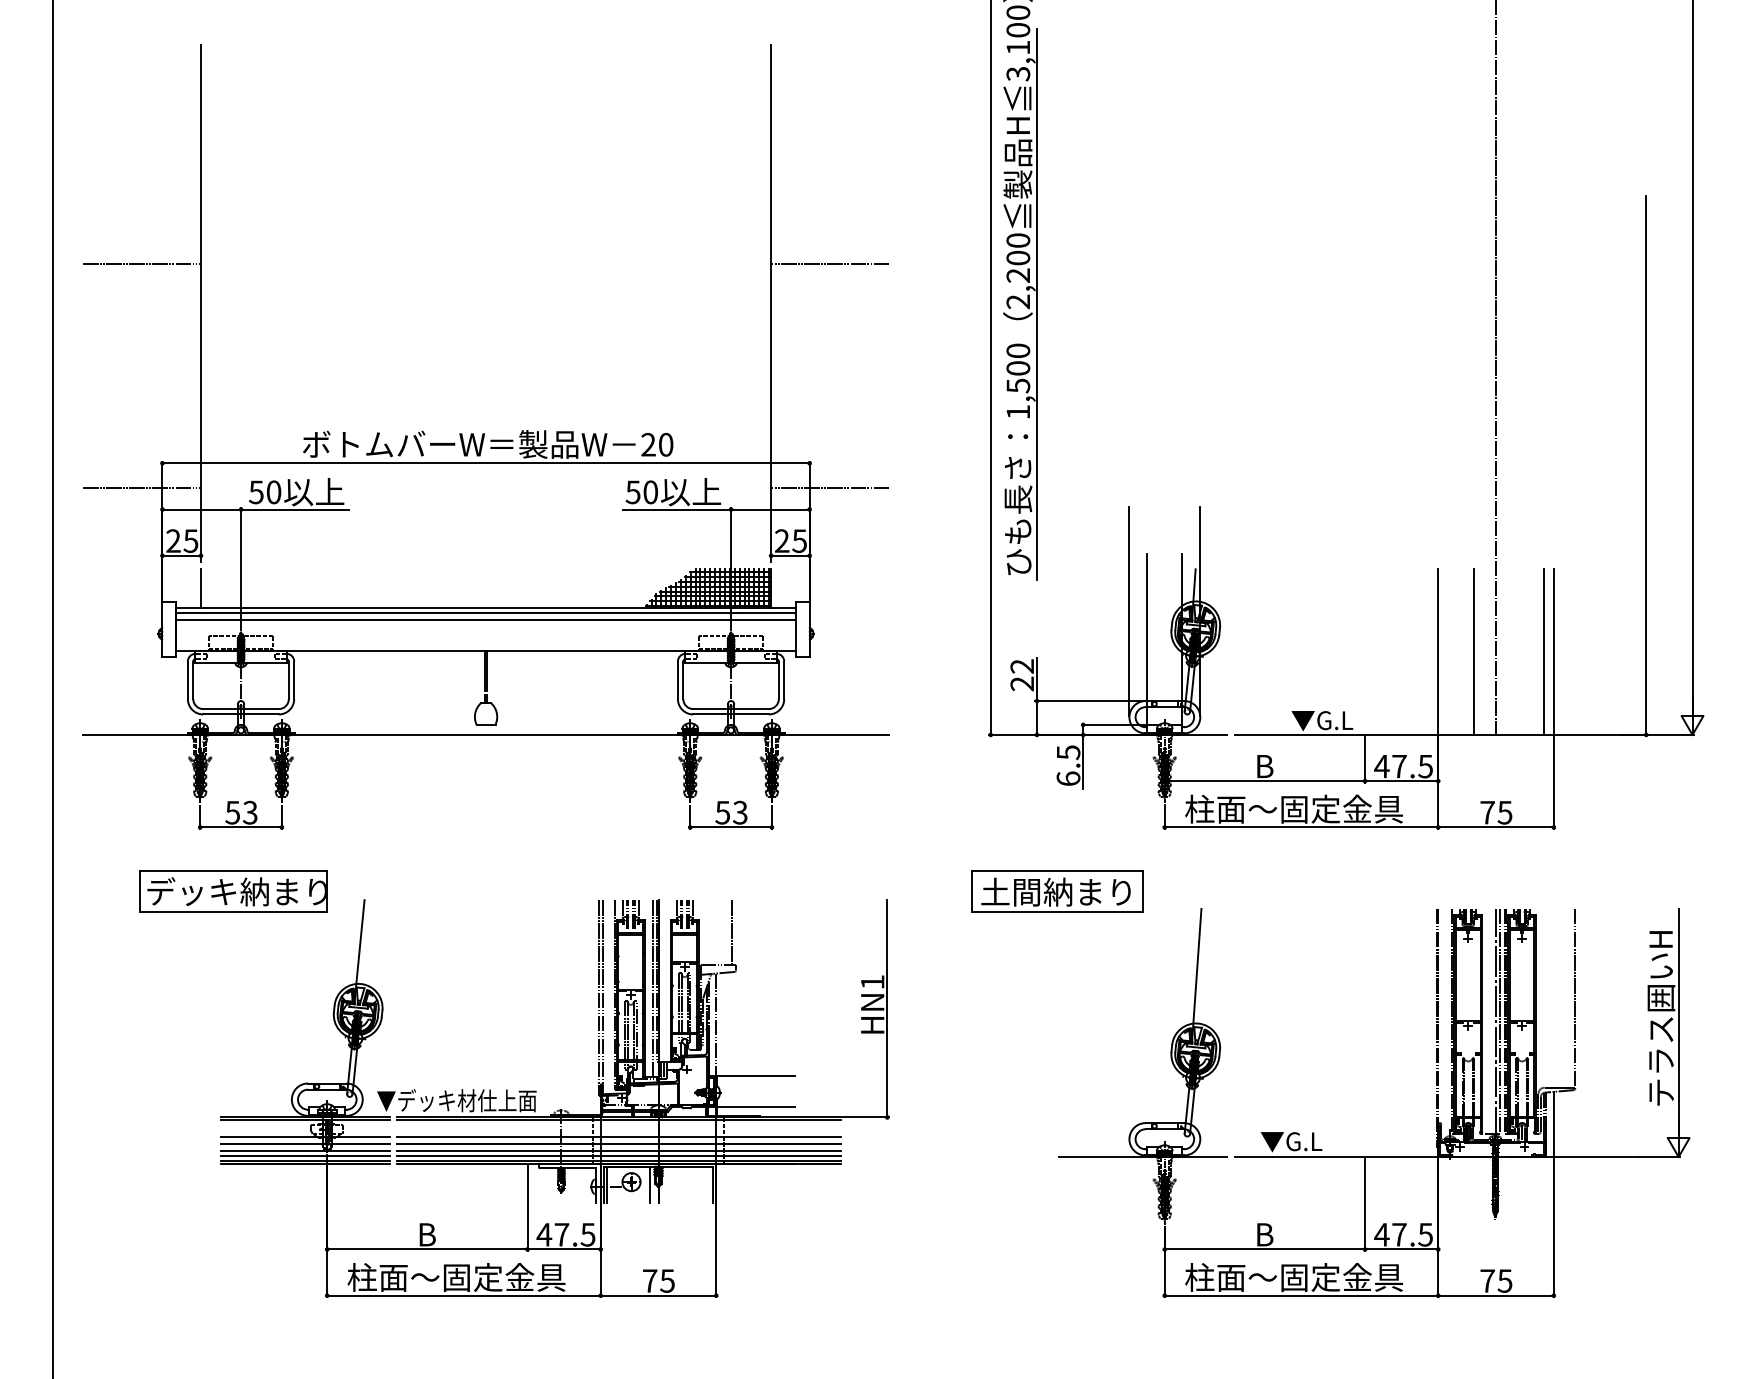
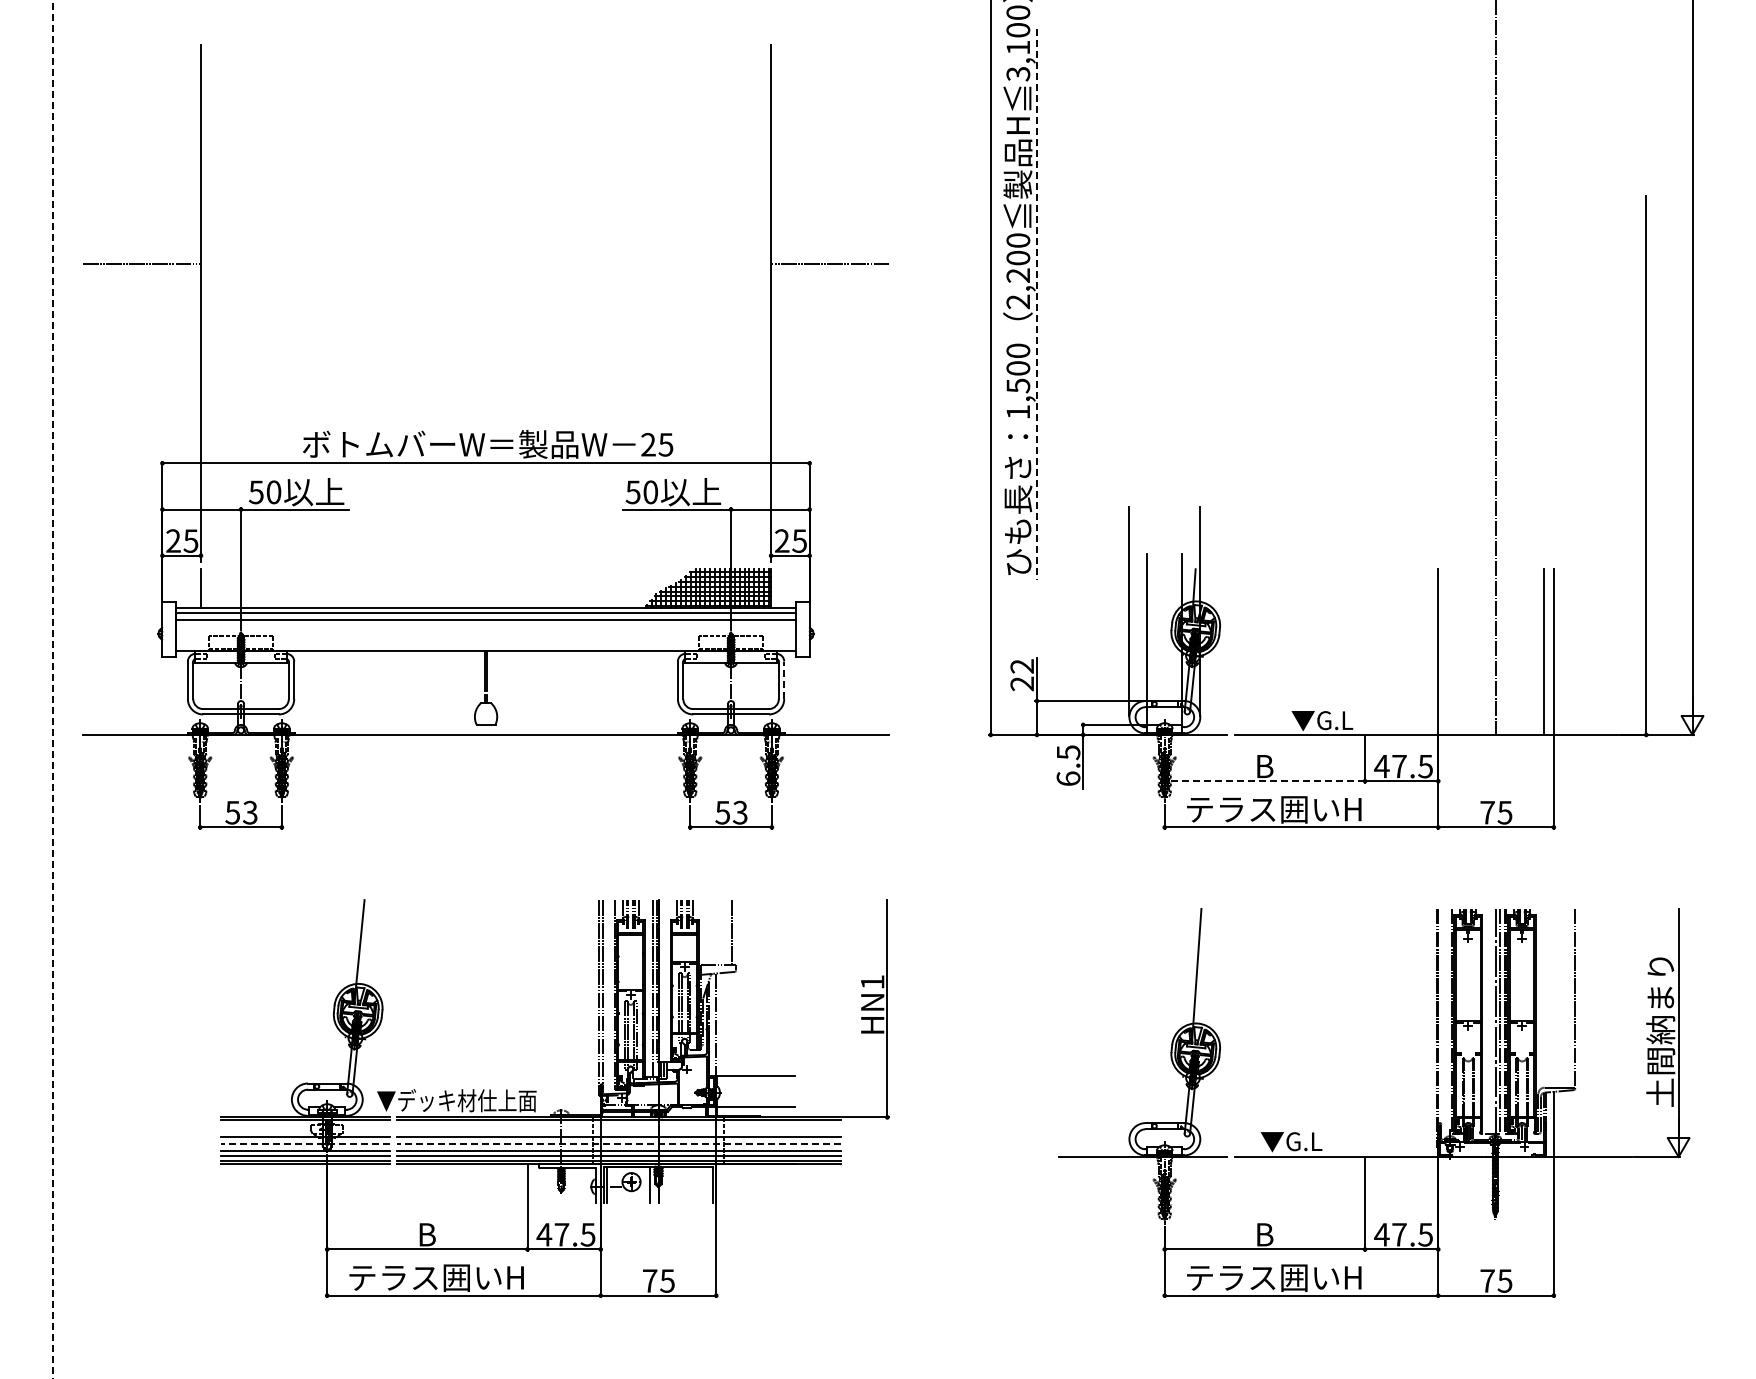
line at (1036, 304): solid -> dashed
text at (665, 444): 20 -> 25
line at (141, 487): present -> none
line at (830, 487): present -> none
line at (1474, 651): present -> none
line at (784, 680): solid -> dashed
line at (52, 689): solid -> dashed
line at (1264, 781): solid -> dashed
text at (1293, 808): 柱面～固定金具 -> テラス囲いH
part at (233, 891): present -> none
part at (1057, 891): present -> none
text at (1660, 1018): テラス囲いH -> 土間納まり
line at (305, 1144): solid -> dashed
line at (619, 1144): solid -> dashed
text at (456, 1277): 柱面～固定金具 -> テラス囲いH
text at (1293, 1277): 柱面～固定金具 -> テラス囲いH
